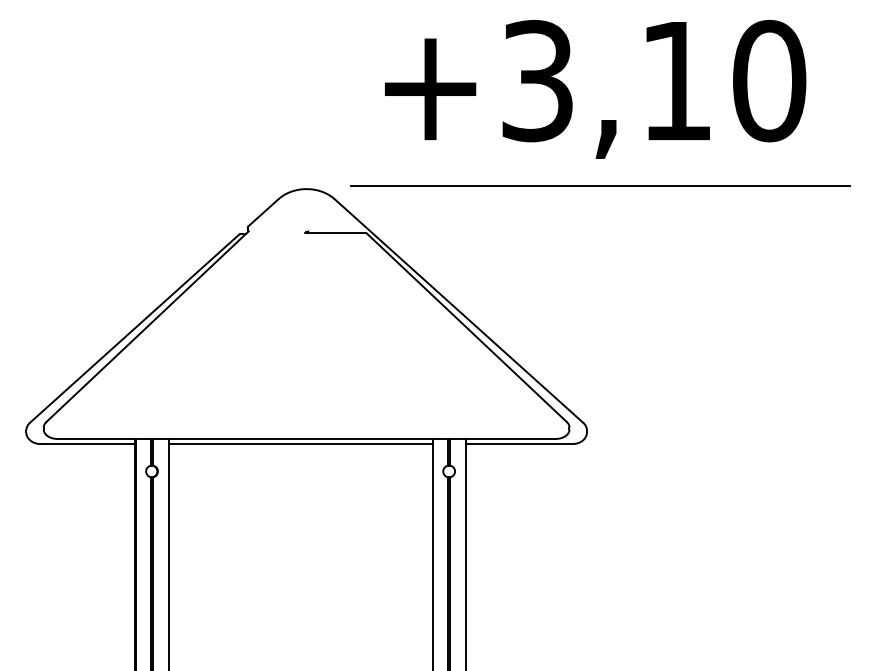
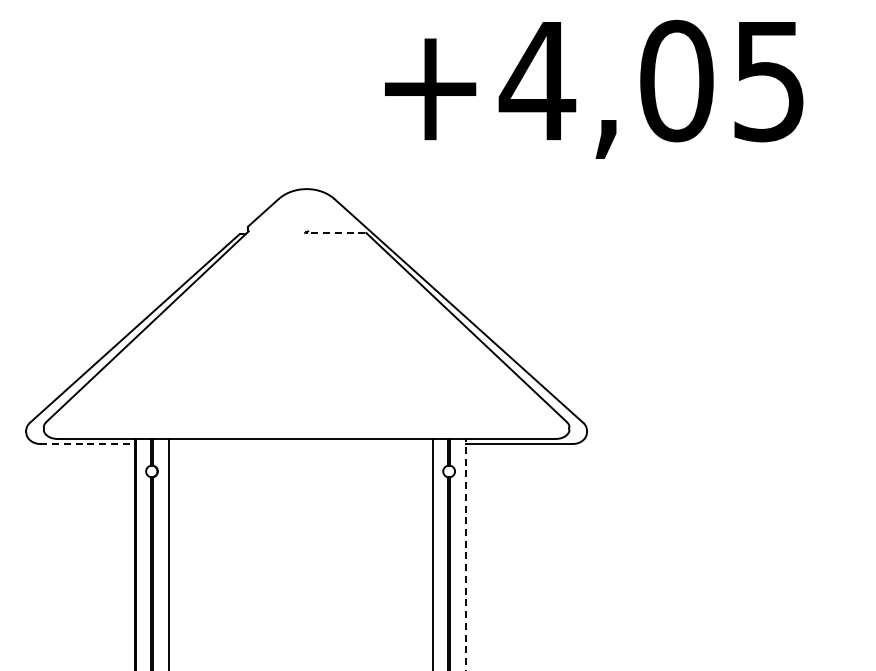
text at (652, 80): +3,10 -> +4,05
line at (599, 185): present -> none
line at (335, 232): solid -> dashed
line at (88, 443): solid -> dashed
line at (300, 443): present -> none
line at (465, 554): solid -> dashed
